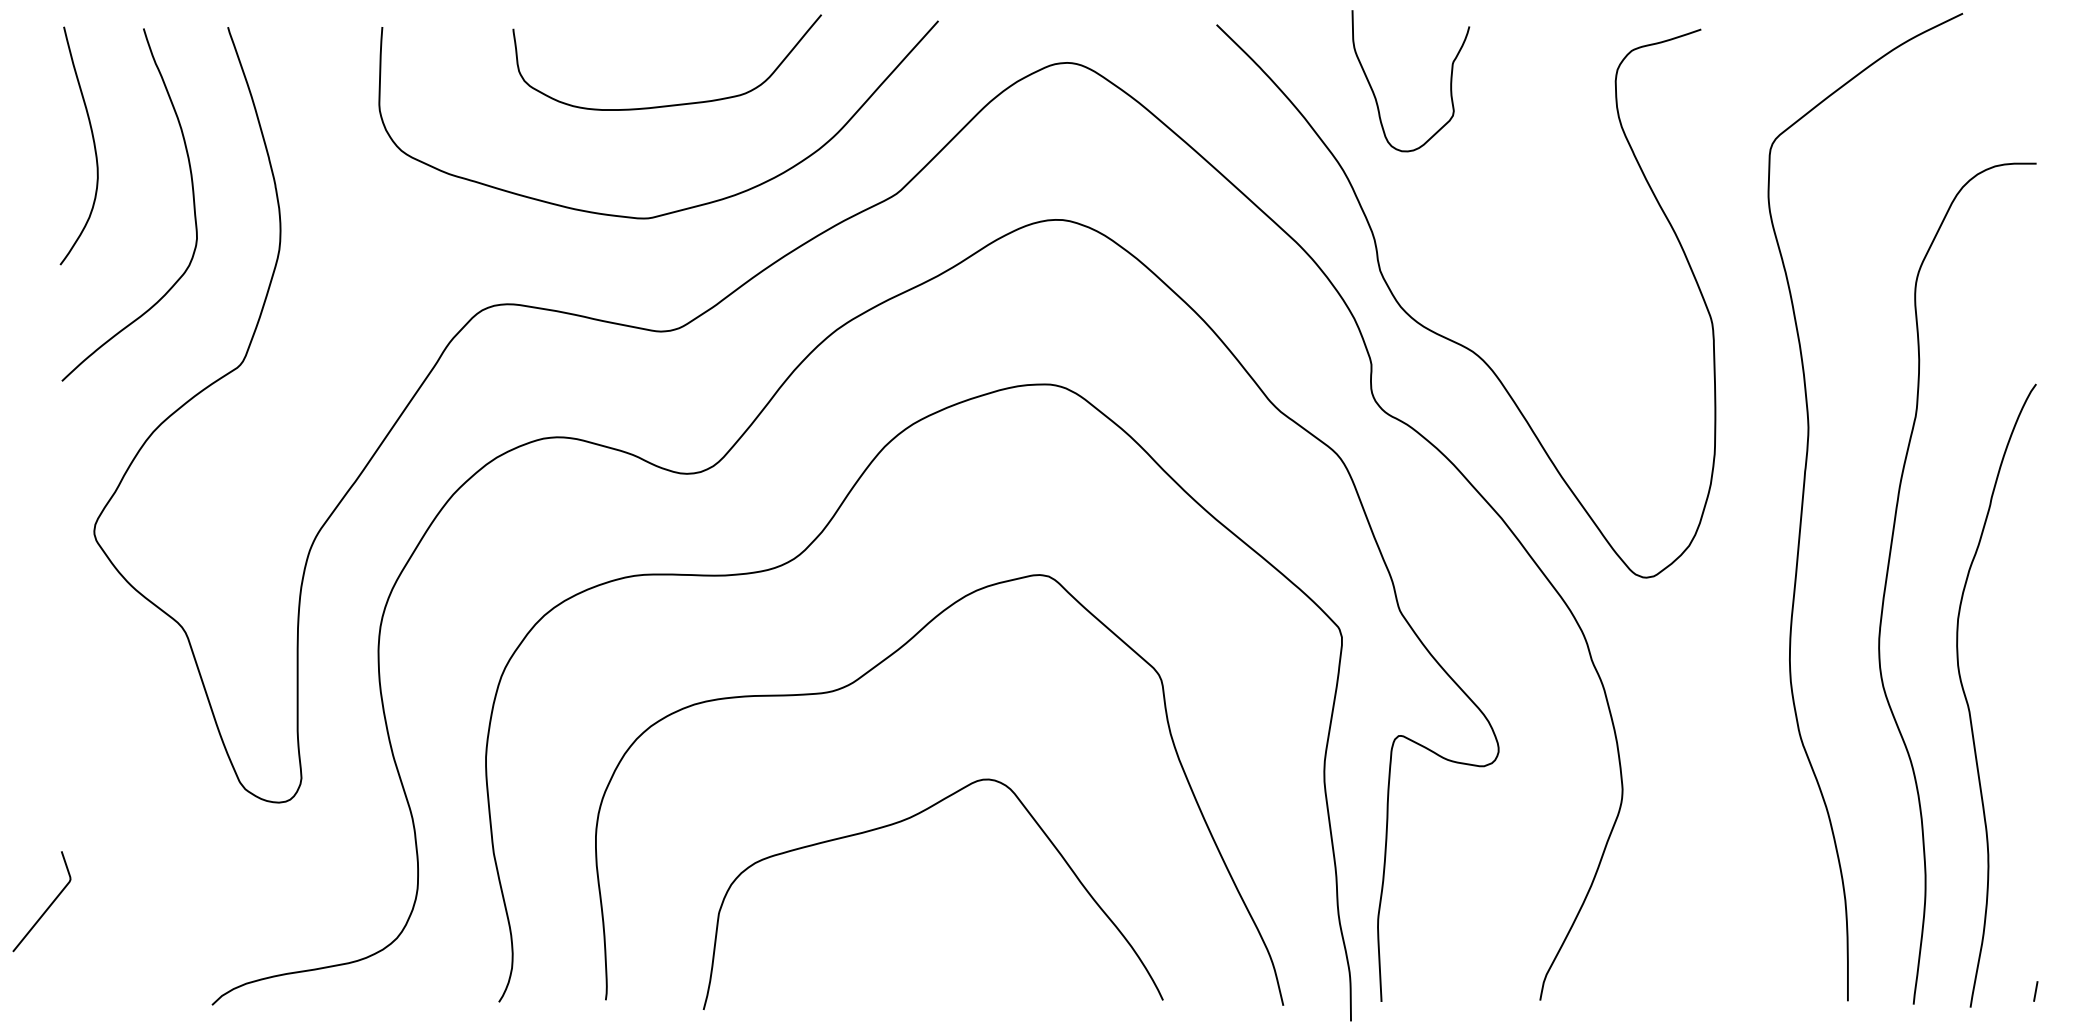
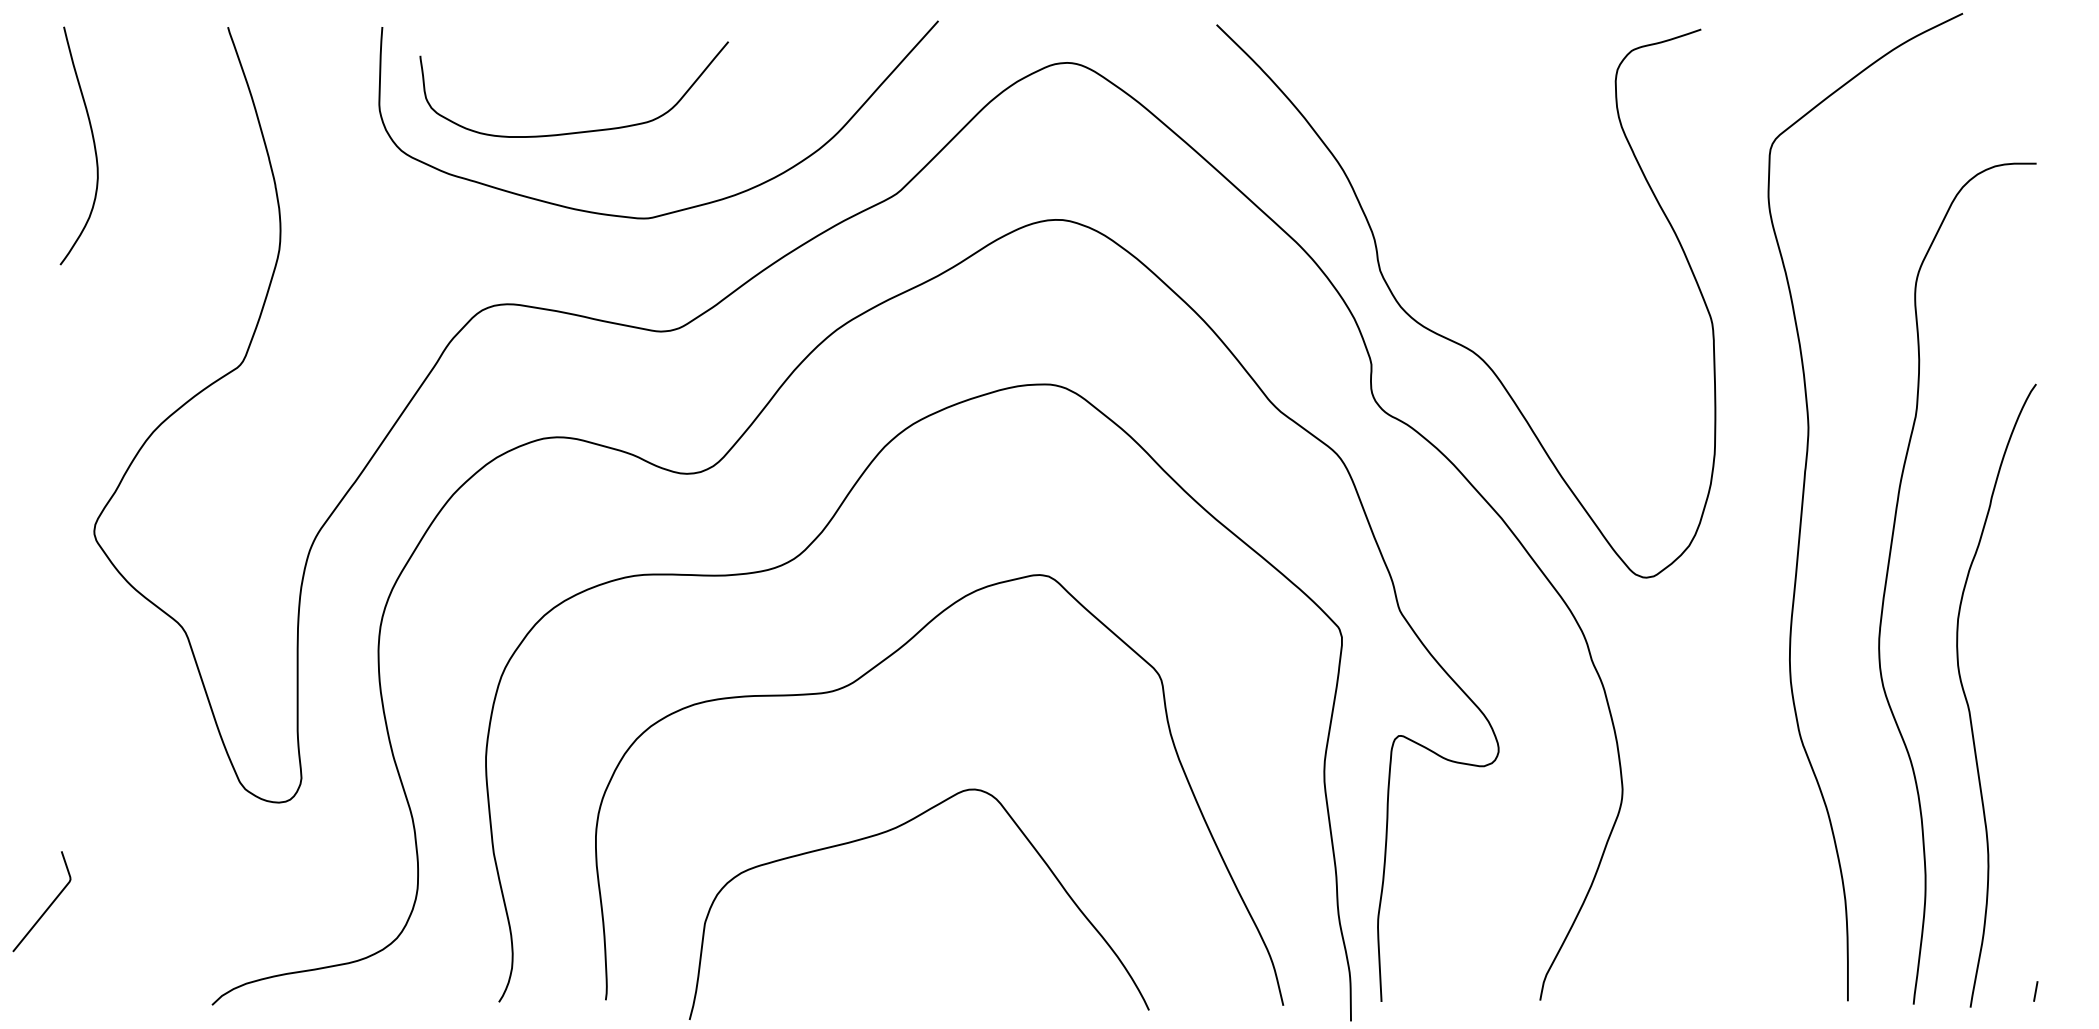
curve at (1376, 97): present -> none
curve at (670, 104) position: (670, 104) -> (577, 131)
curve at (192, 197): present -> none
curve at (901, 822) position: (901, 822) -> (887, 832)
